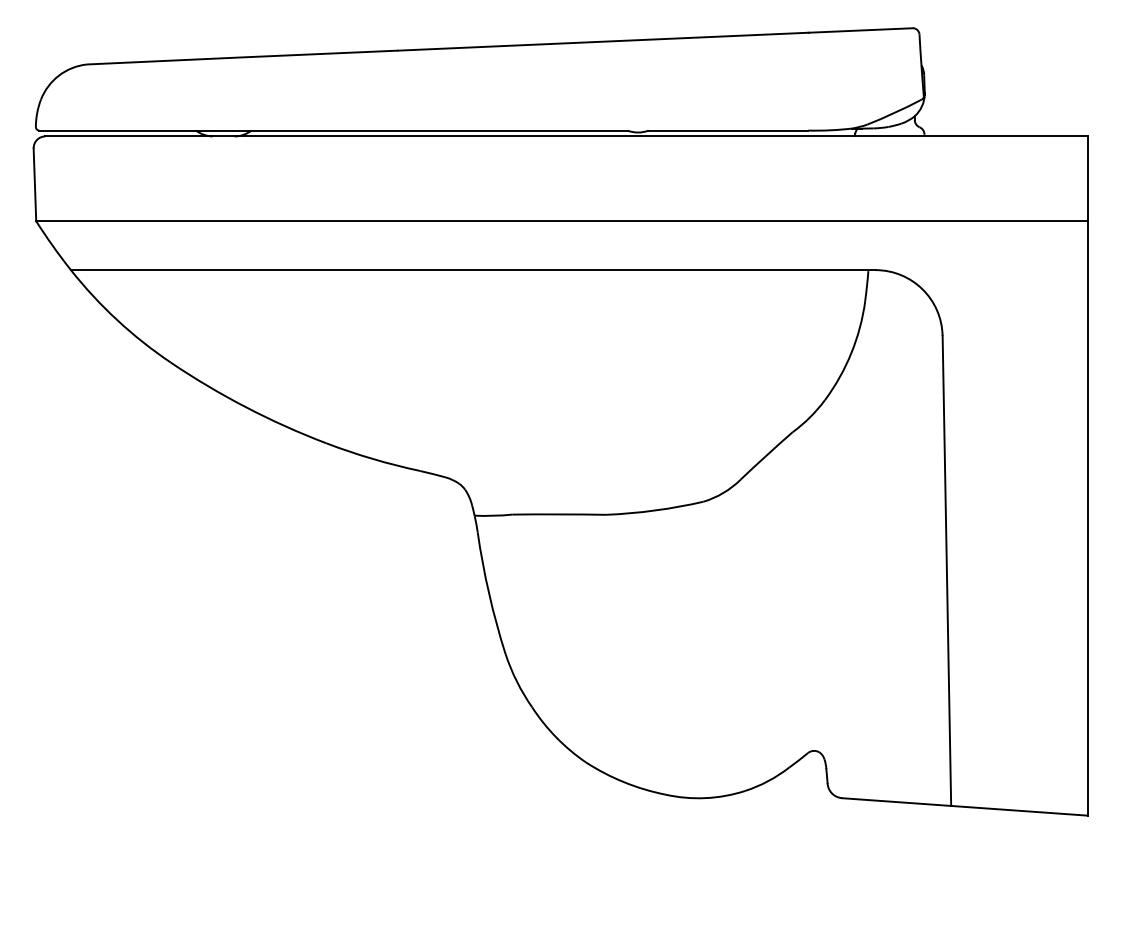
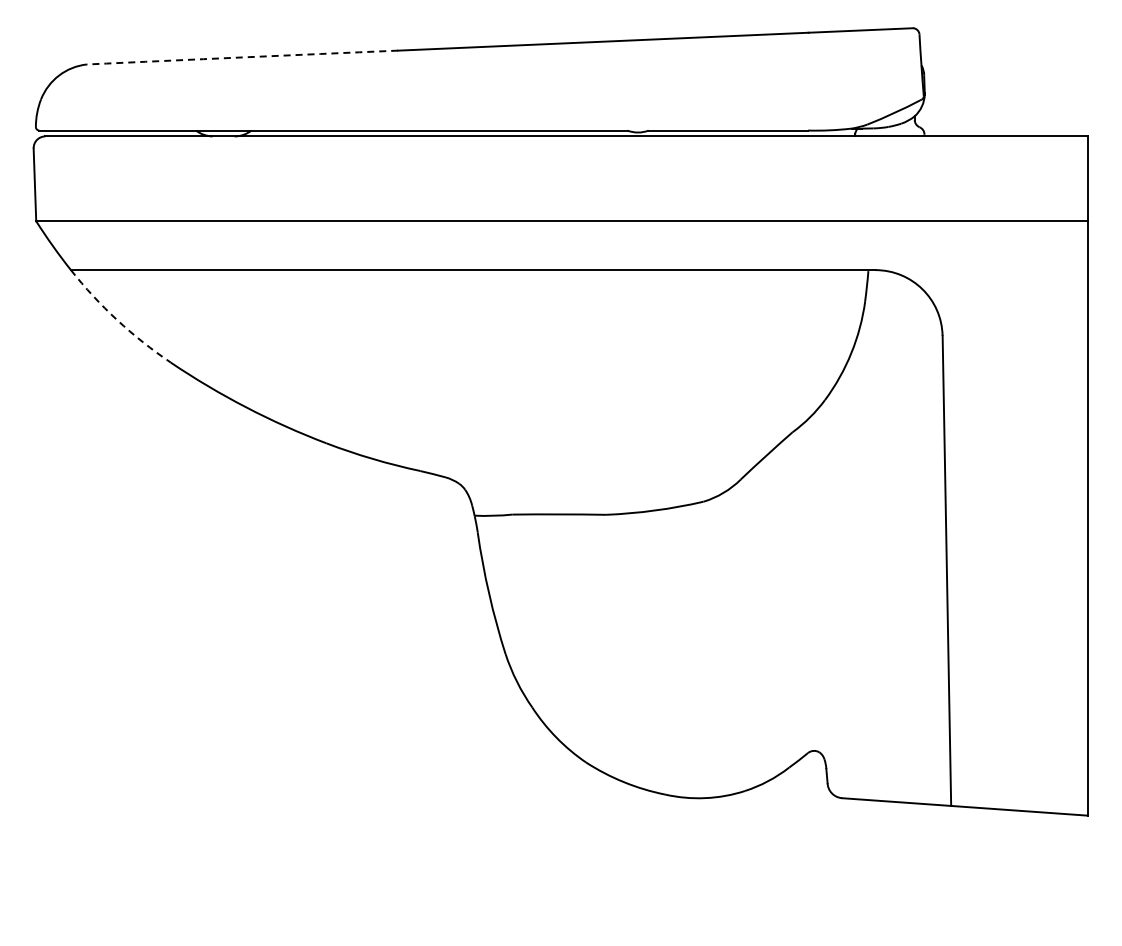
arc at (242, 57): solid -> dashed
arc at (117, 320): solid -> dashed
